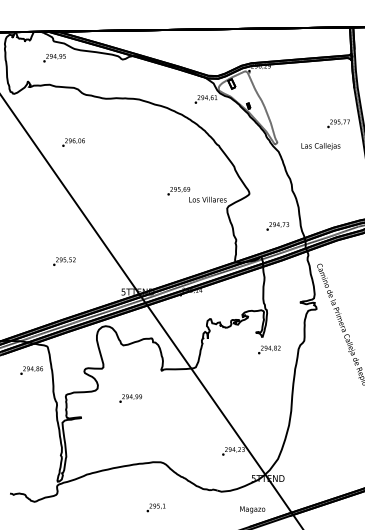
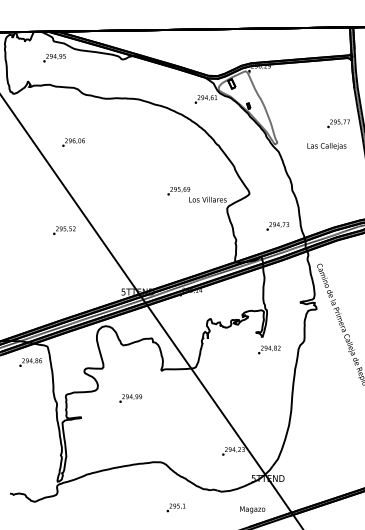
text at (320, 146) position: (320, 146) -> (326, 146)
text at (64, 261) position: (64, 261) -> (64, 230)
text at (31, 370) position: (31, 370) -> (30, 362)
text at (155, 507) position: (155, 507) -> (175, 507)
